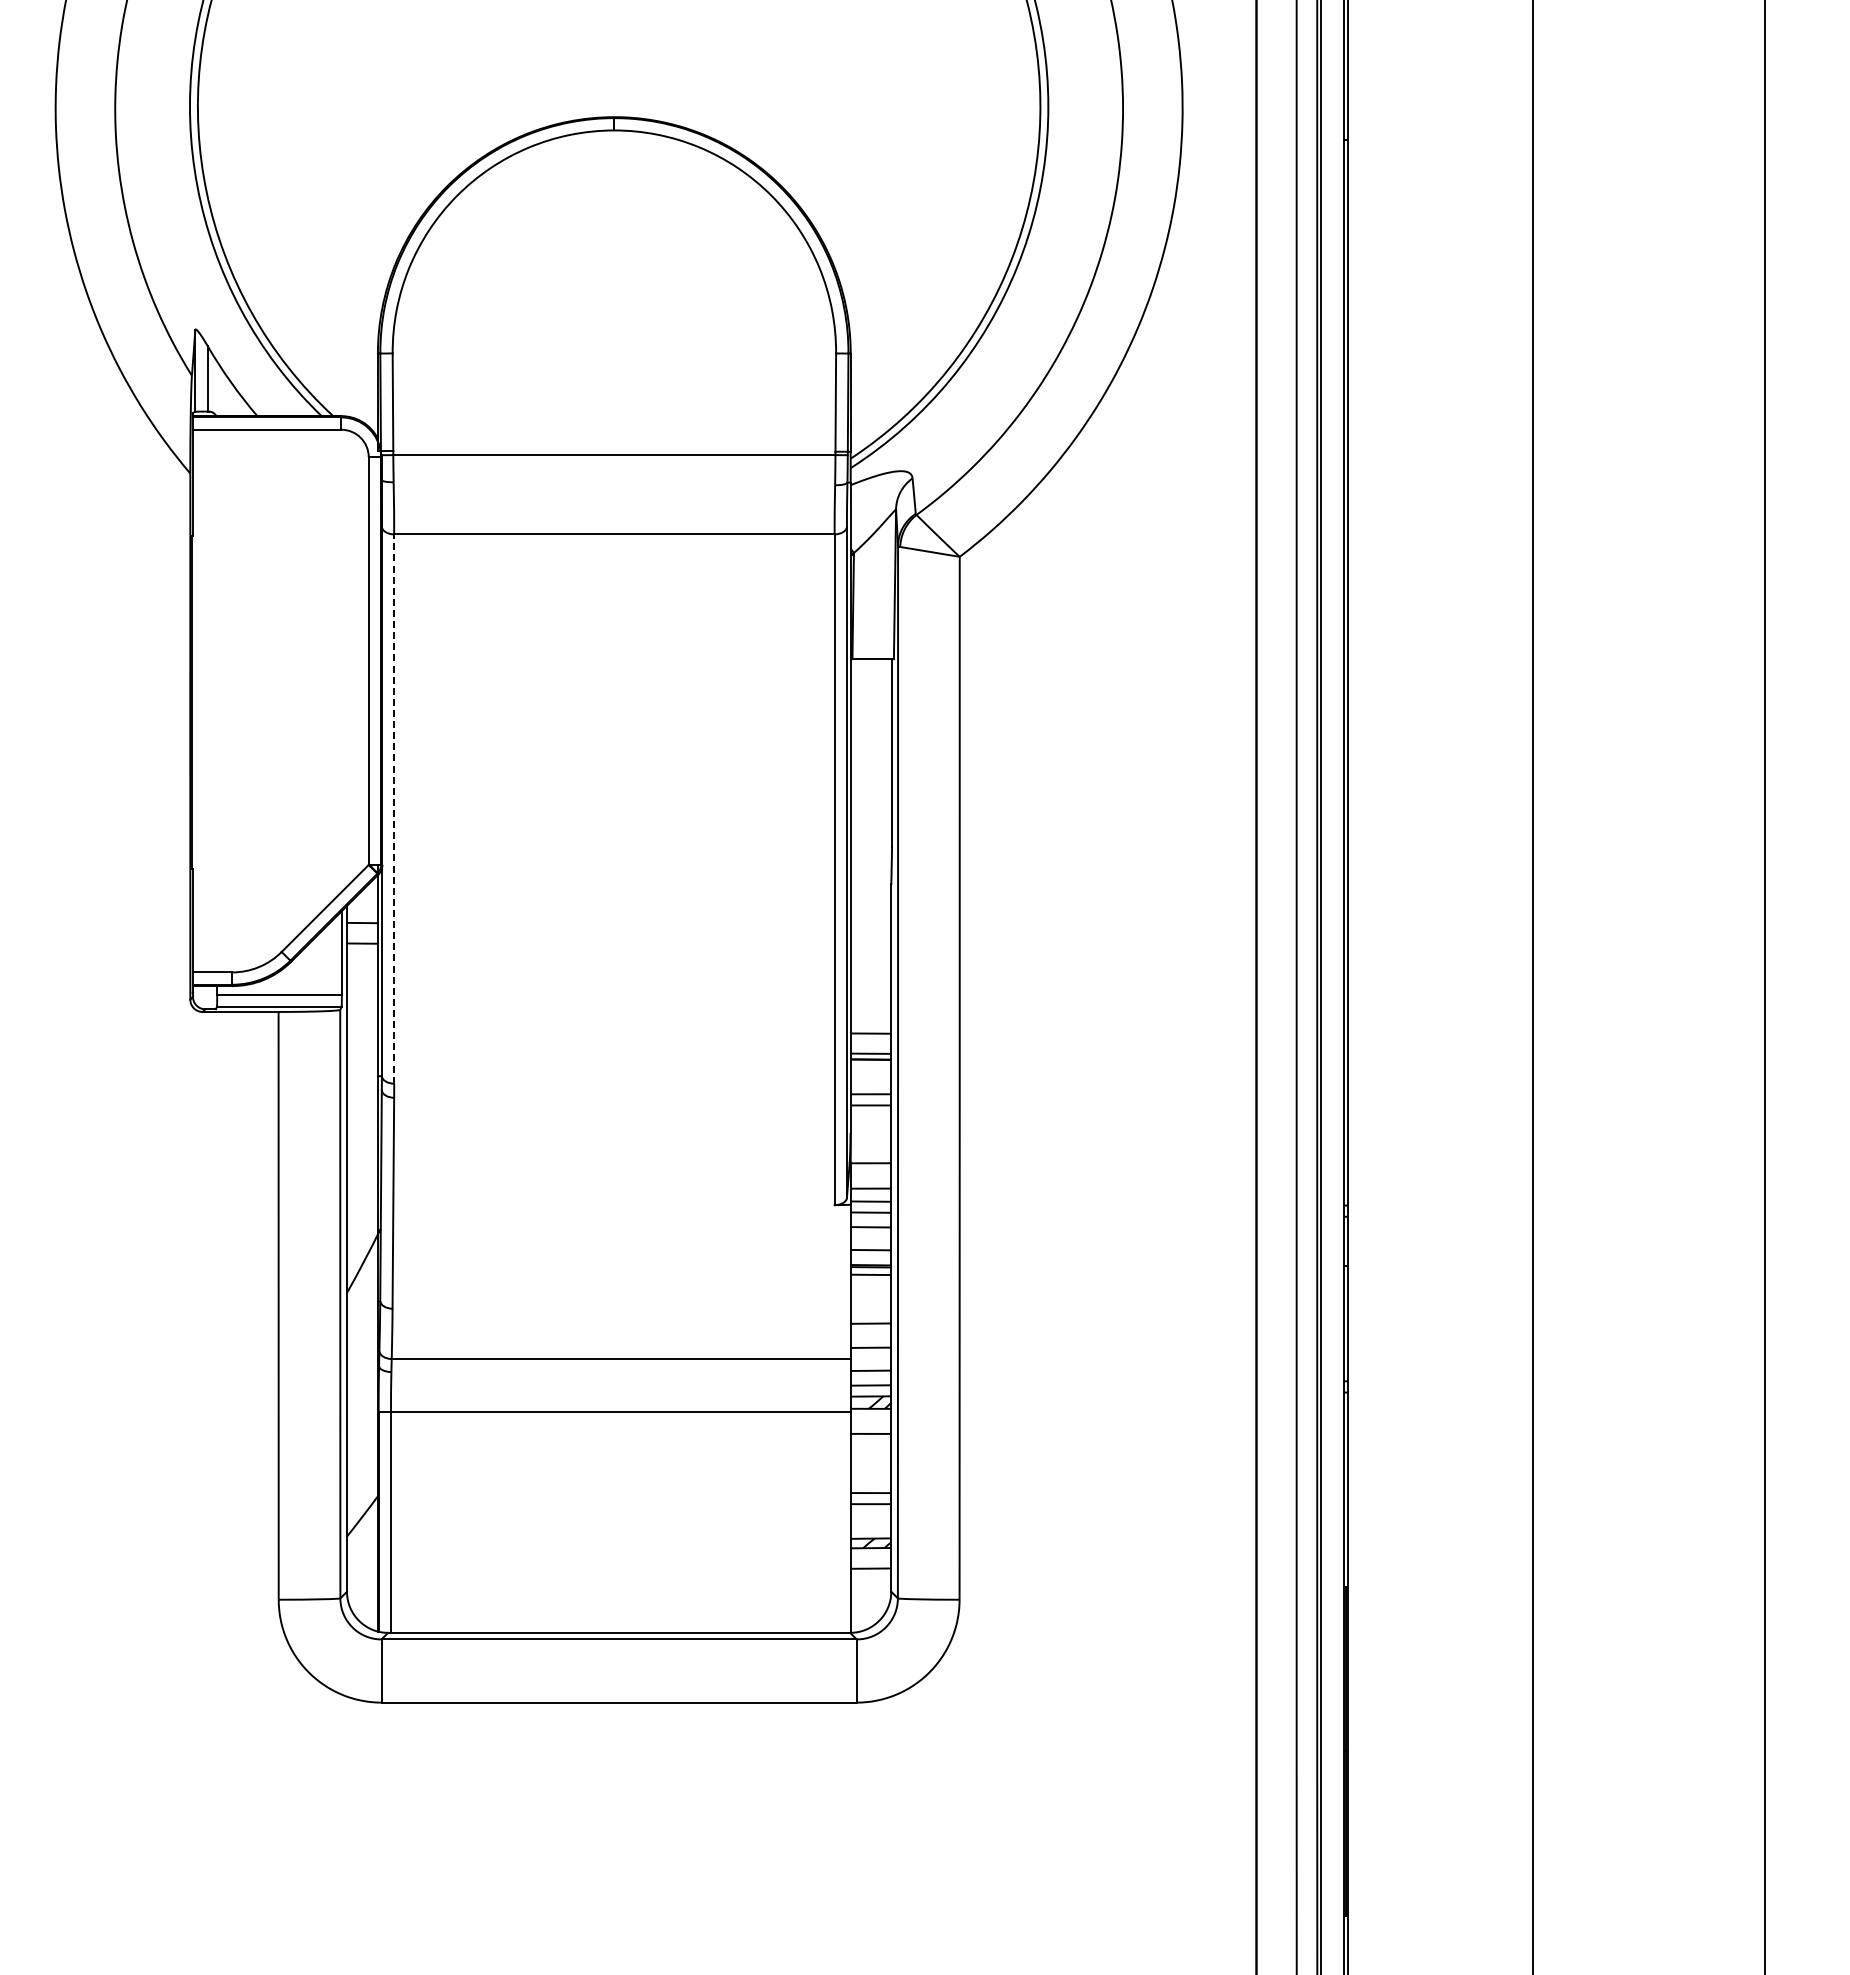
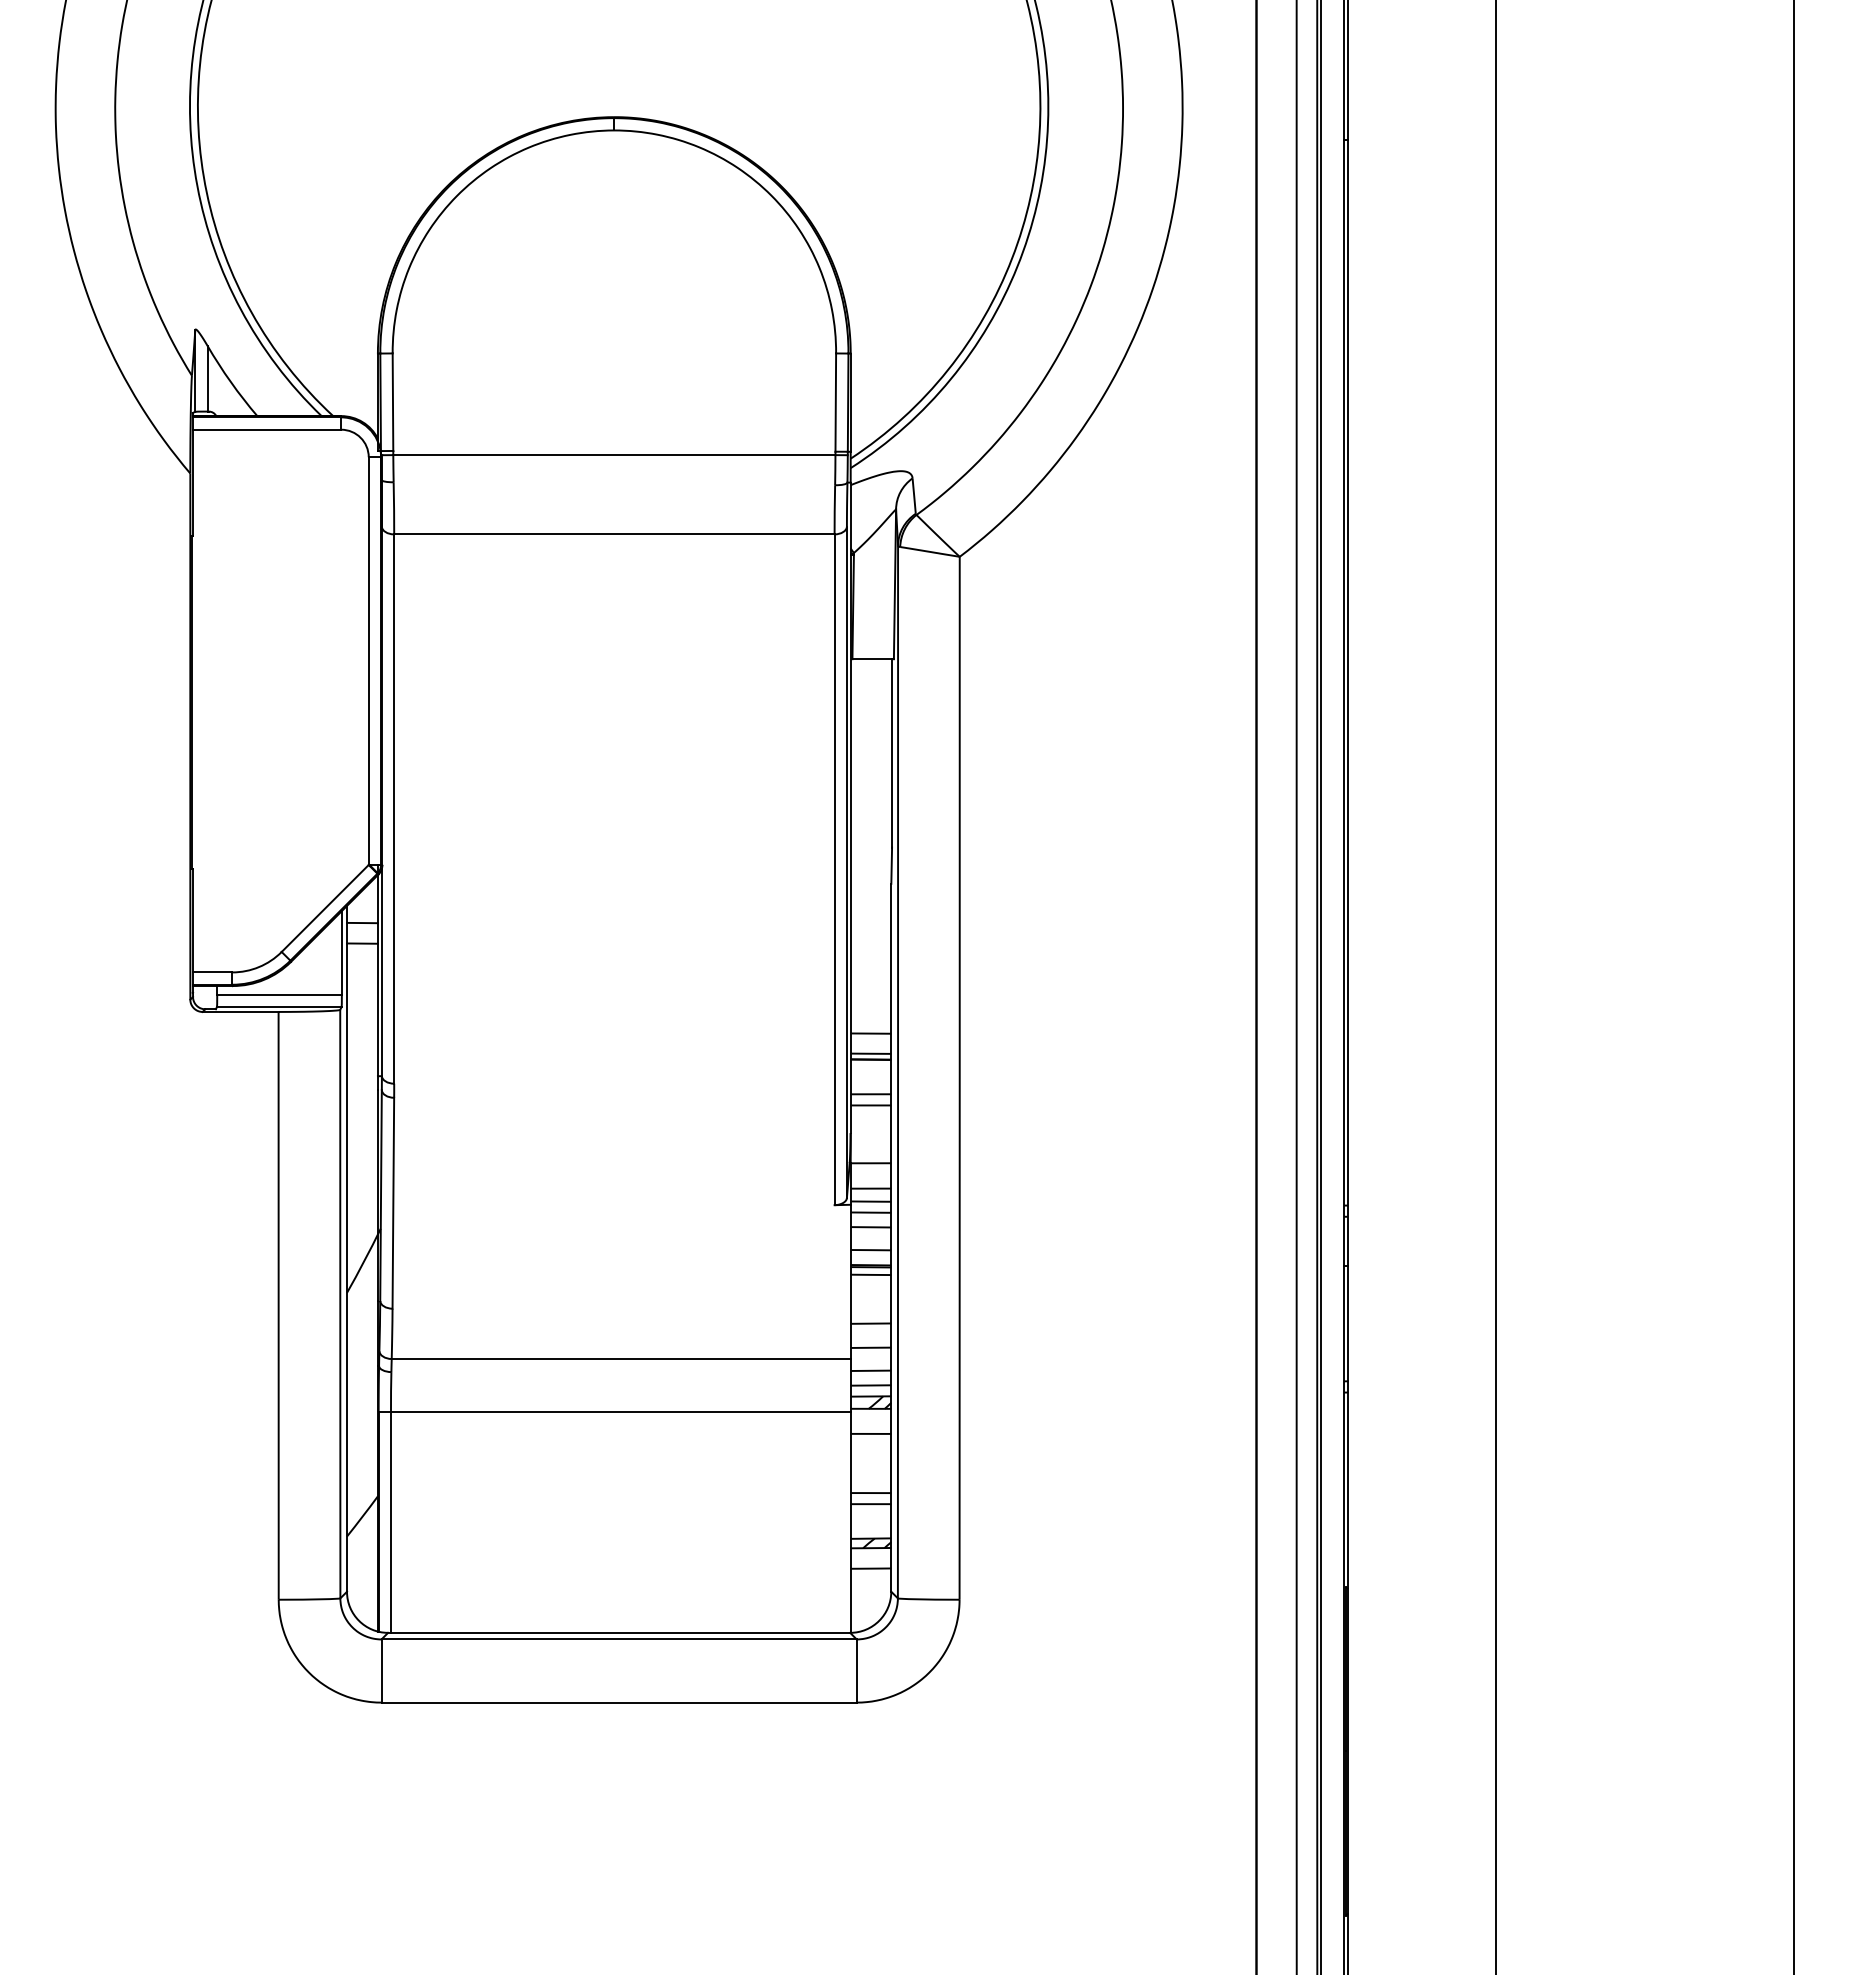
line at (394, 809): dashed -> solid
line at (1533, 986) position: (1533, 986) -> (1496, 986)
line at (1765, 986) position: (1765, 986) -> (1794, 986)
